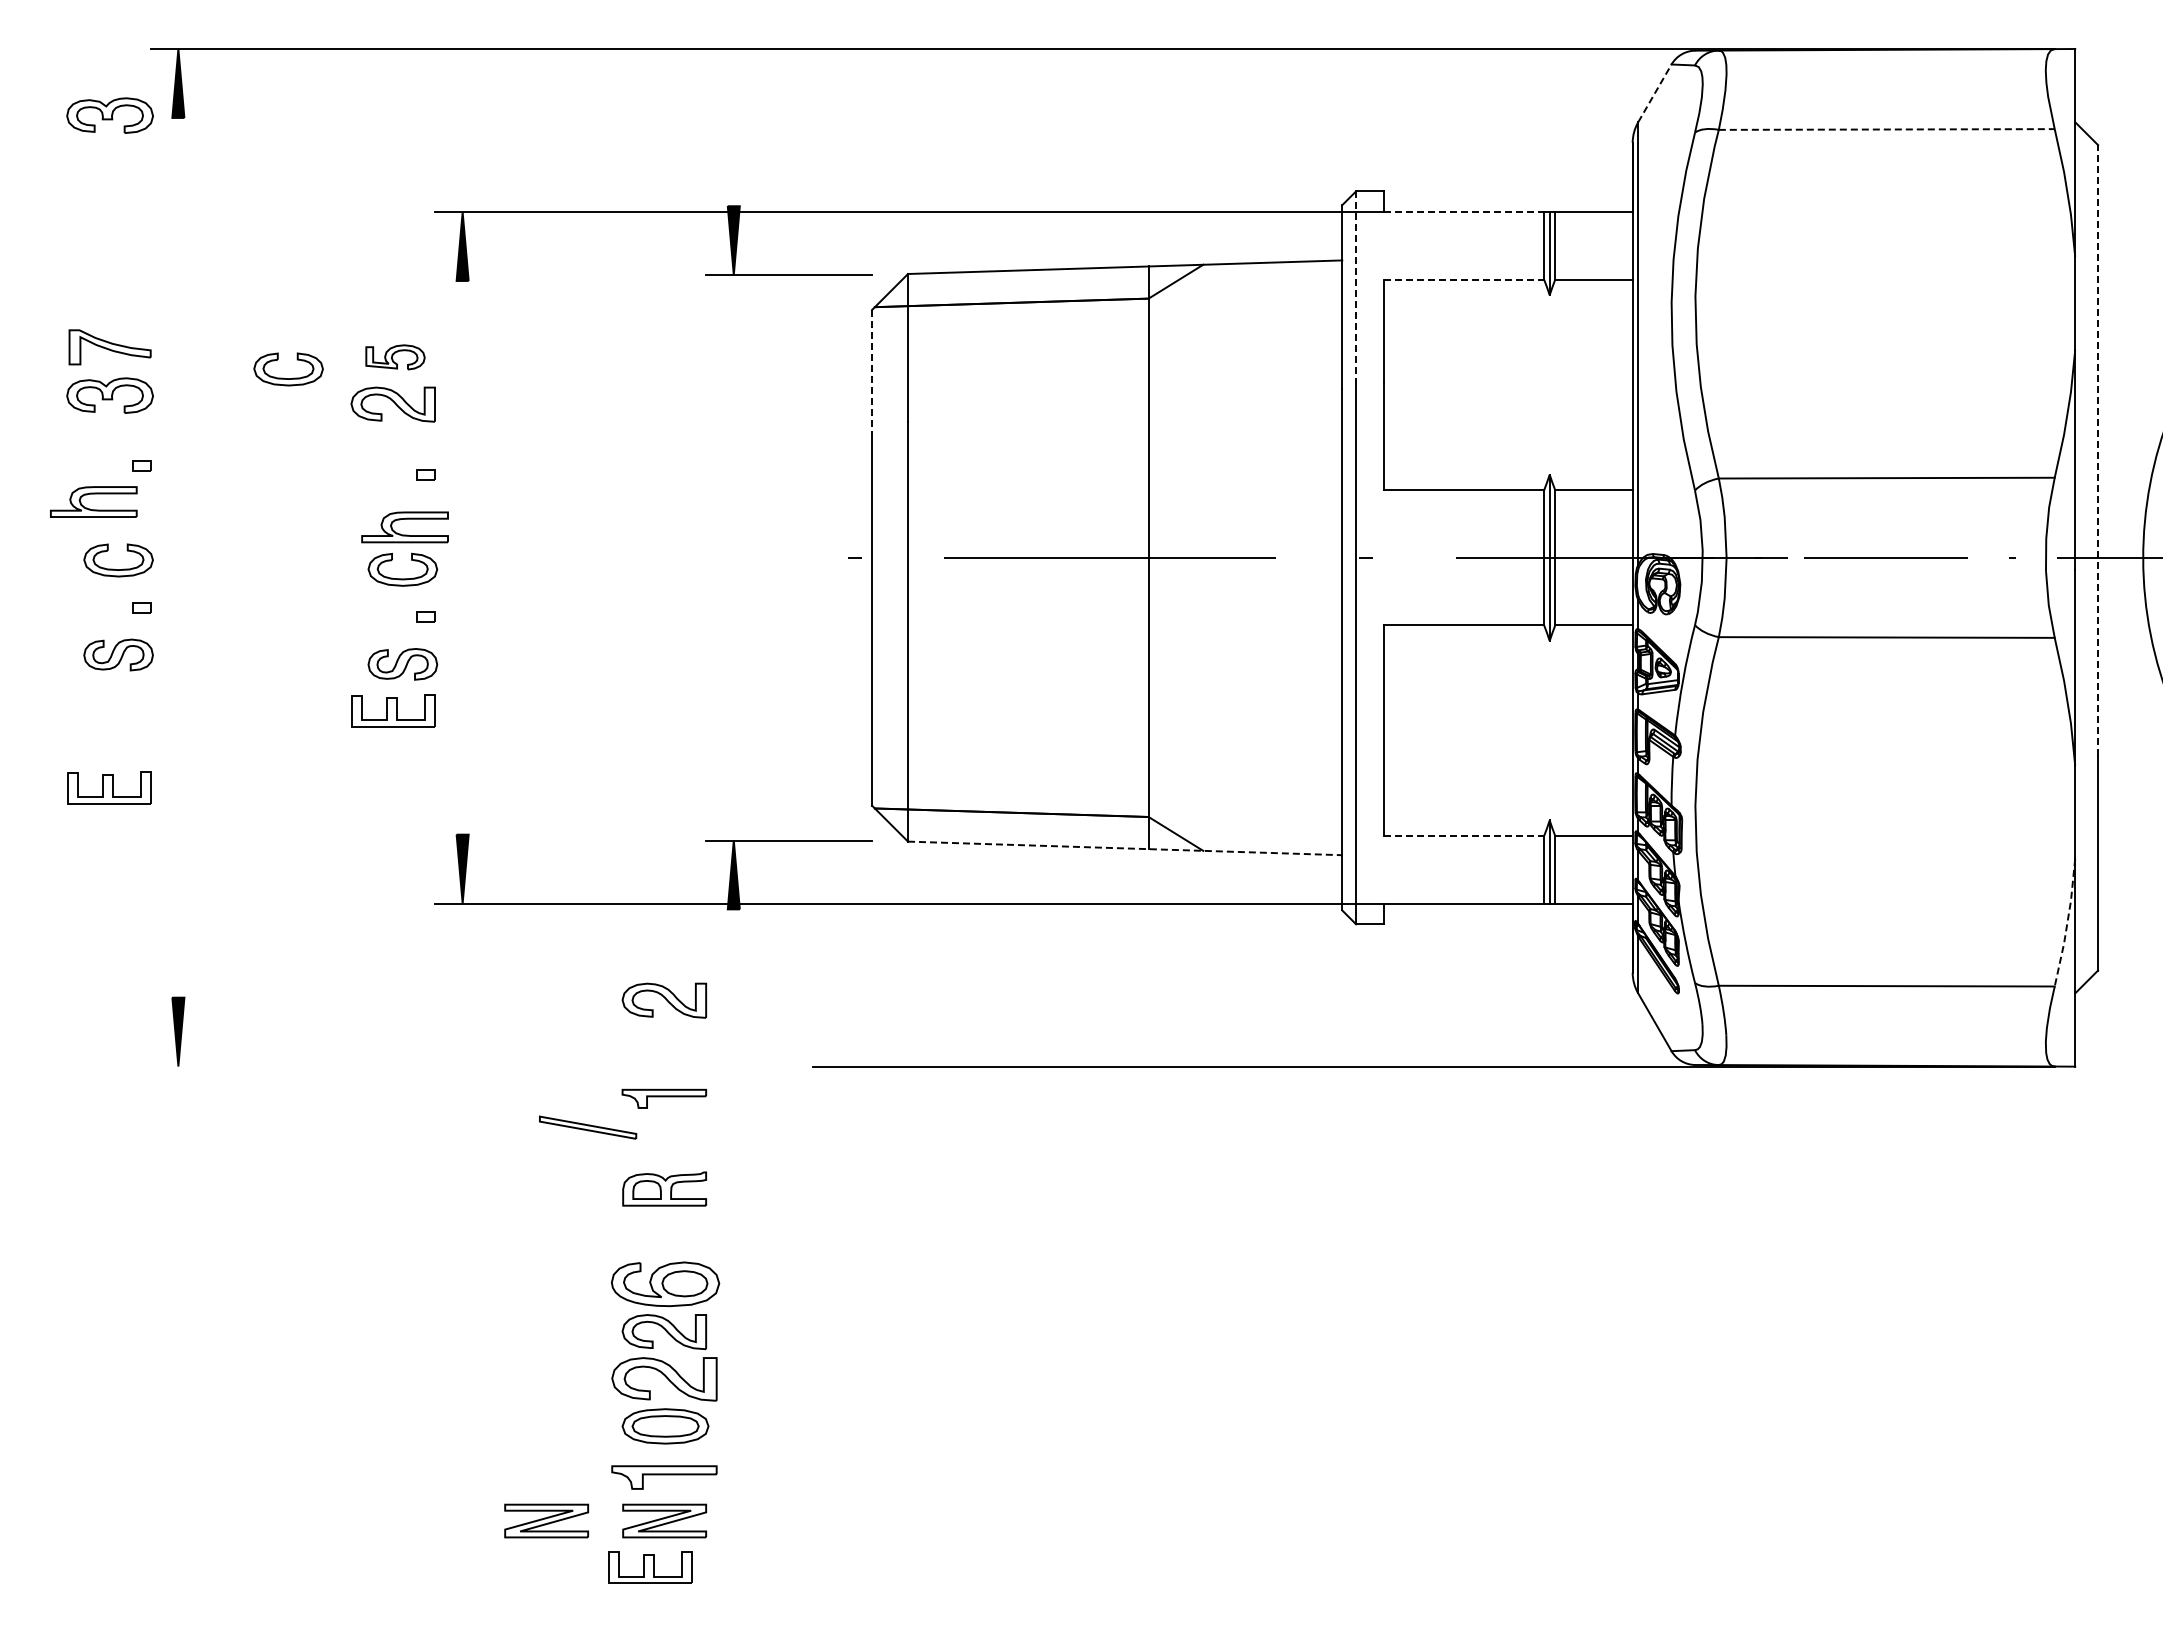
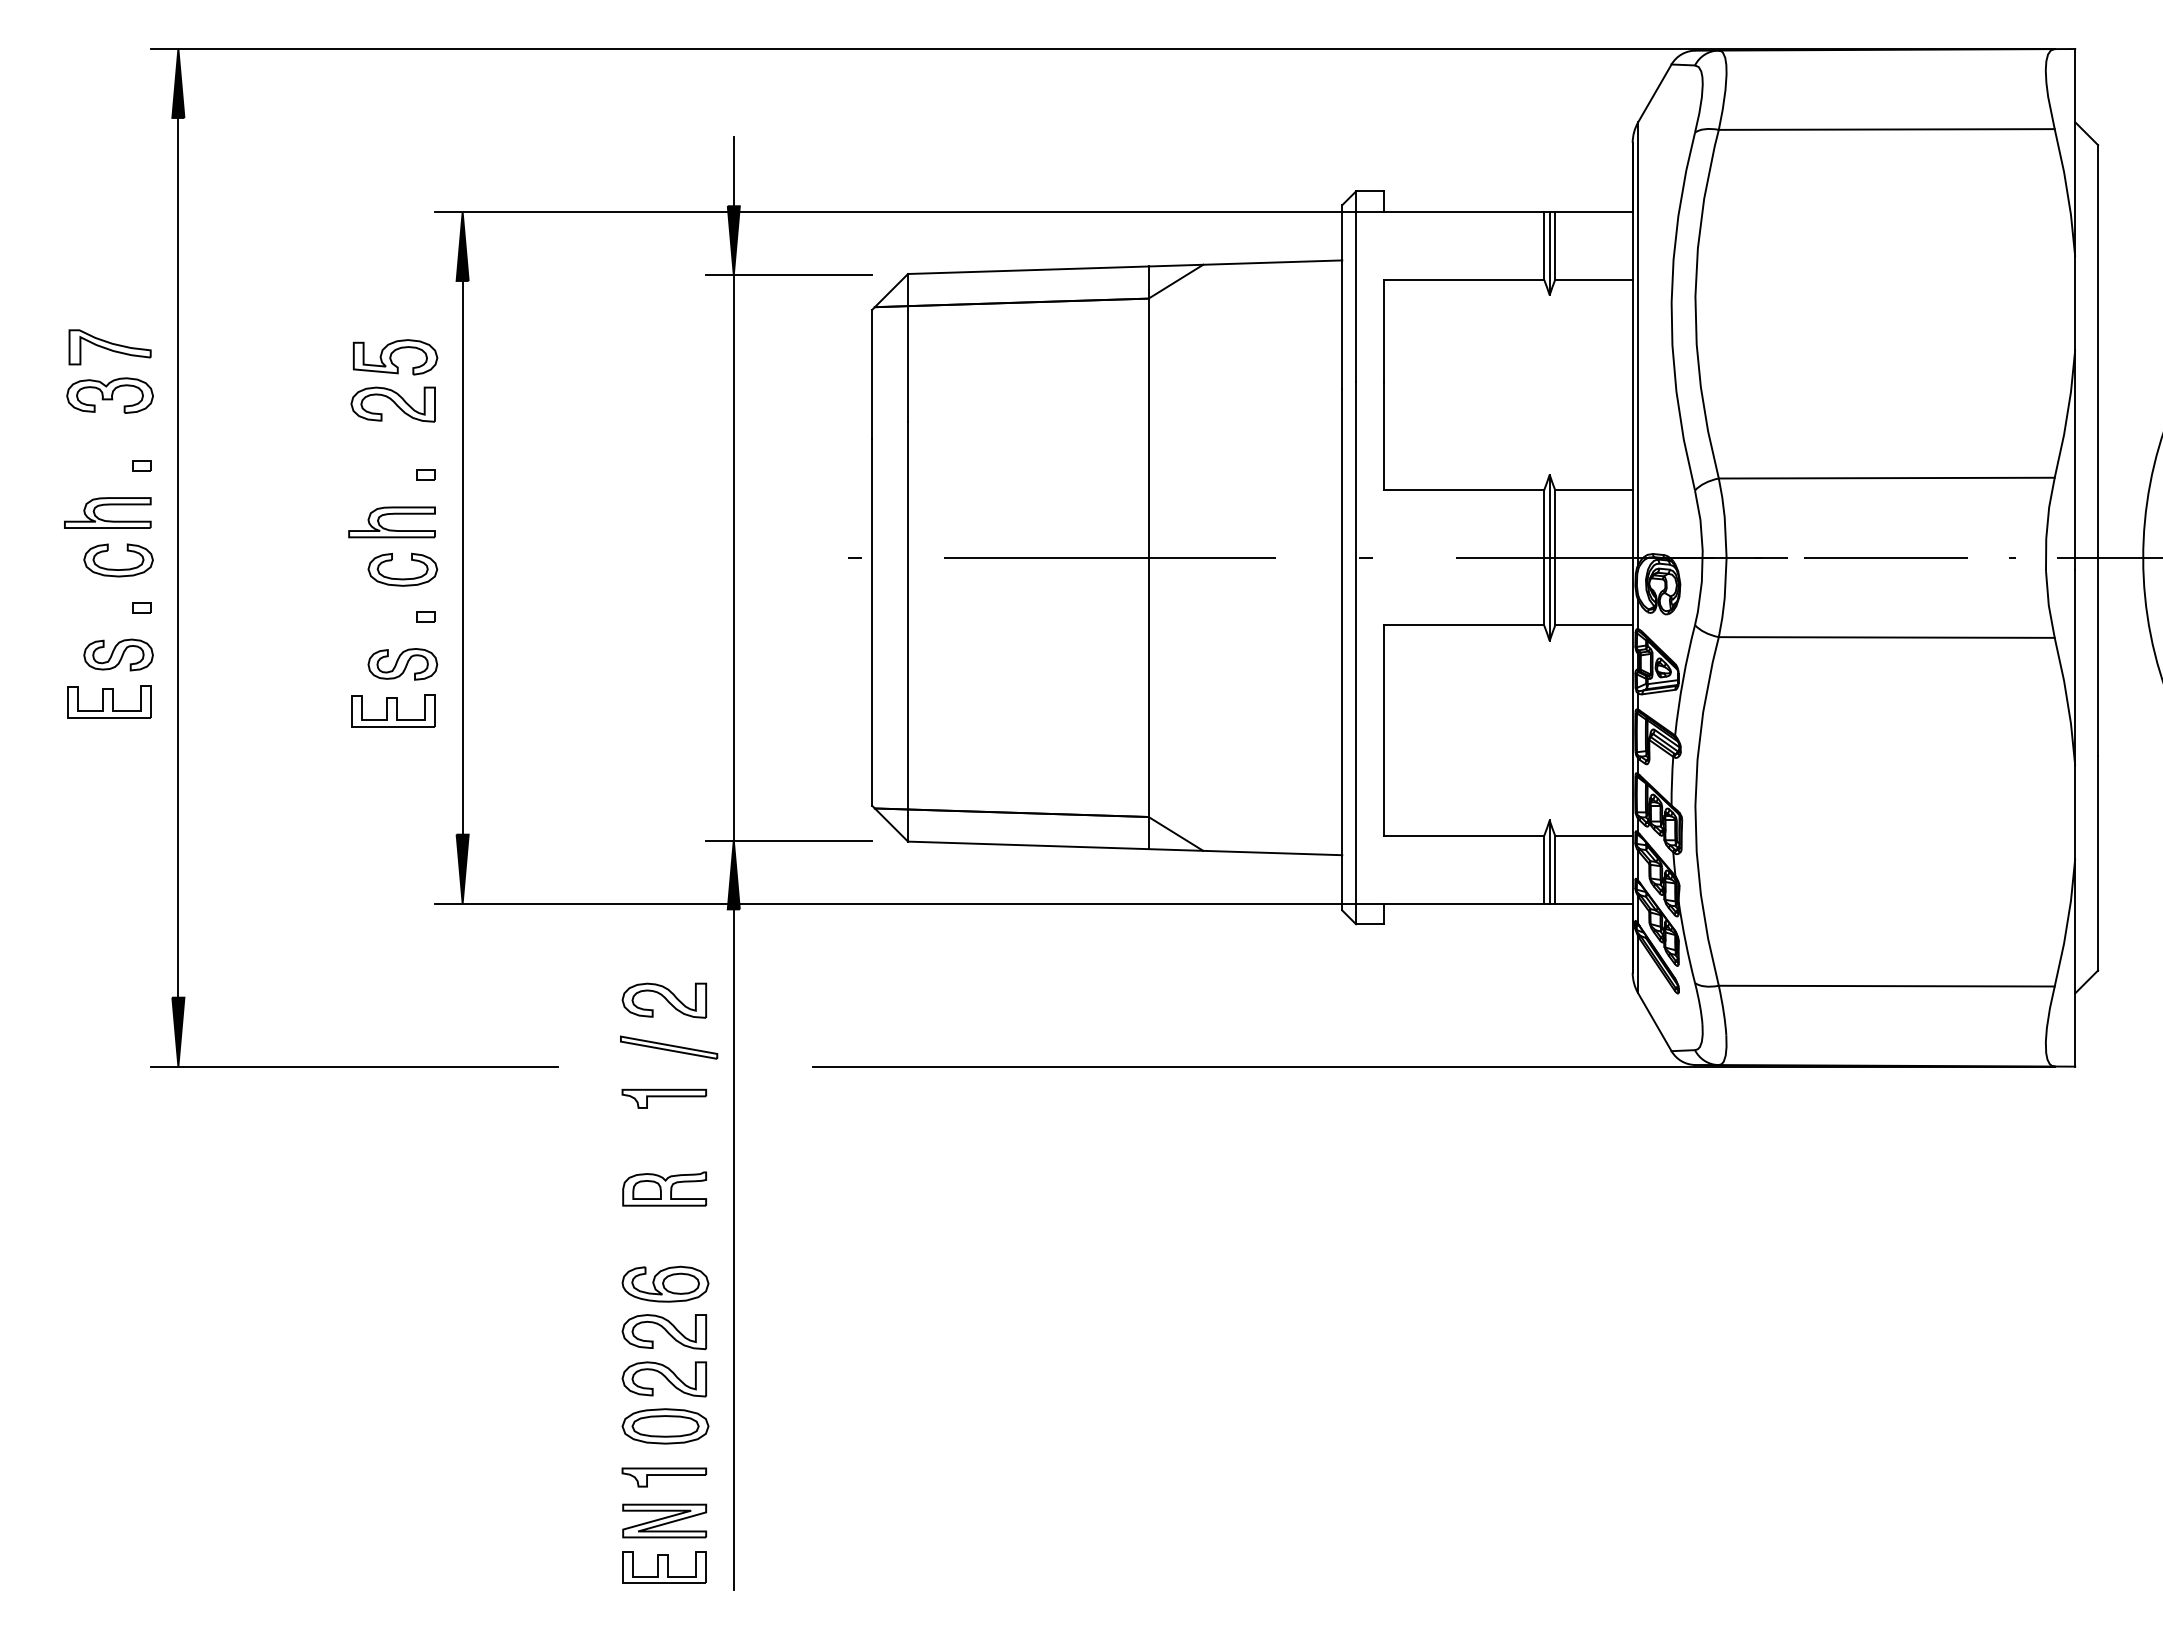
line at (1655, 92): dashed -> solid
part at (109, 115): present -> none
line at (1886, 129): dashed -> solid
line at (733, 171): none -> present
line at (1464, 212): dashed -> solid
line at (1464, 279): dashed -> solid
line at (1356, 287): dashed -> solid
part at (395, 357) size: 61x27 px -> 87x37 px
line at (872, 374): dashed -> solid
part at (288, 378): present -> none
line at (2098, 449): dashed -> solid
part at (93, 494) position: (93, 494) -> (107, 505)
part at (404, 534) position: (404, 534) -> (391, 529)
line at (178, 557): none -> present
line at (462, 557): none -> present
line at (733, 557): none -> present
part at (109, 787) position: (109, 787) -> (109, 701)
line at (1464, 835): dashed -> solid
line at (1125, 848): dashed -> solid
line at (2067, 923): dashed -> solid
line at (354, 1066): none -> present
part at (588, 1127) position: (588, 1127) -> (669, 1047)
line at (733, 1249): none -> present
part at (665, 1284) size: 110x47 px -> 89x38 px
part at (664, 1379) size: 107x45 px -> 86x37 px
part at (664, 1477) size: 107x25 px -> 86x21 px
part at (546, 1520): present -> none
part at (650, 1567) position: (650, 1567) -> (664, 1567)
